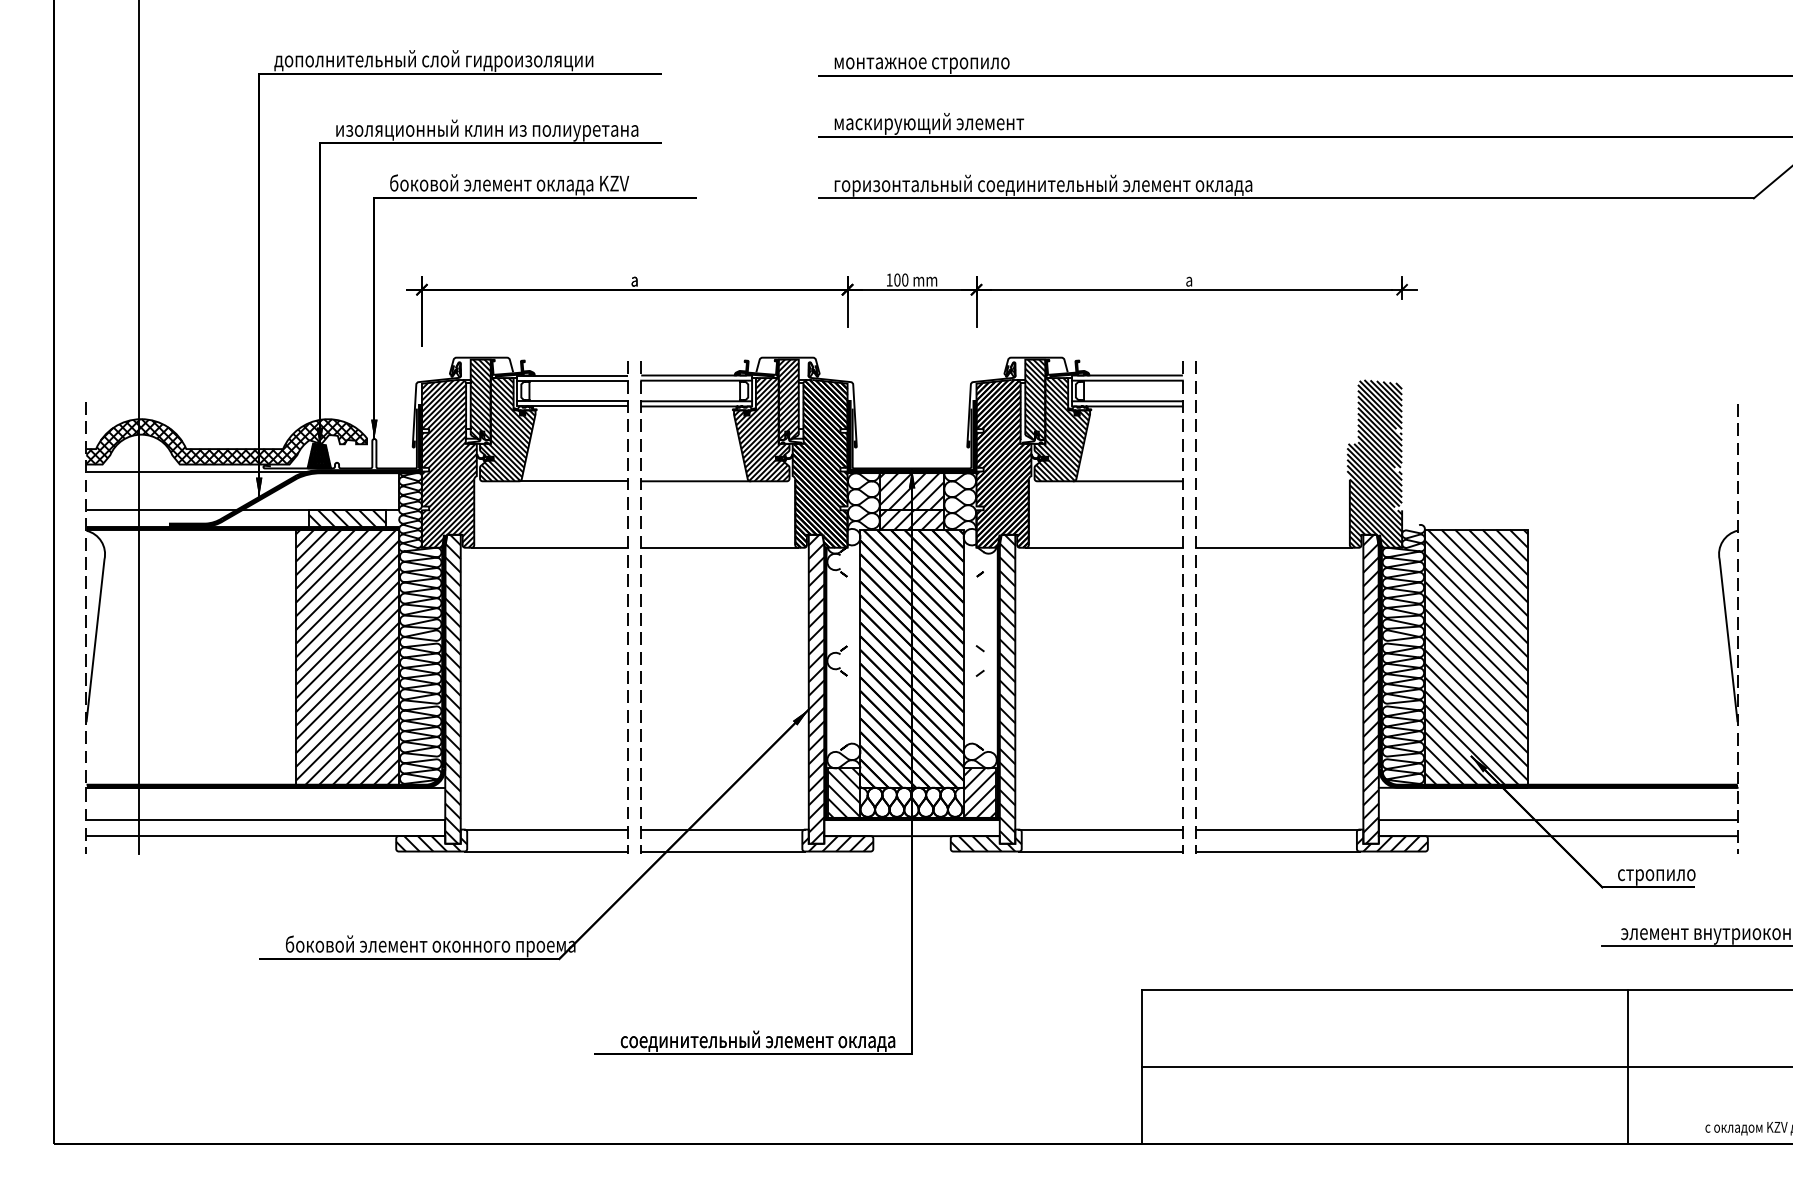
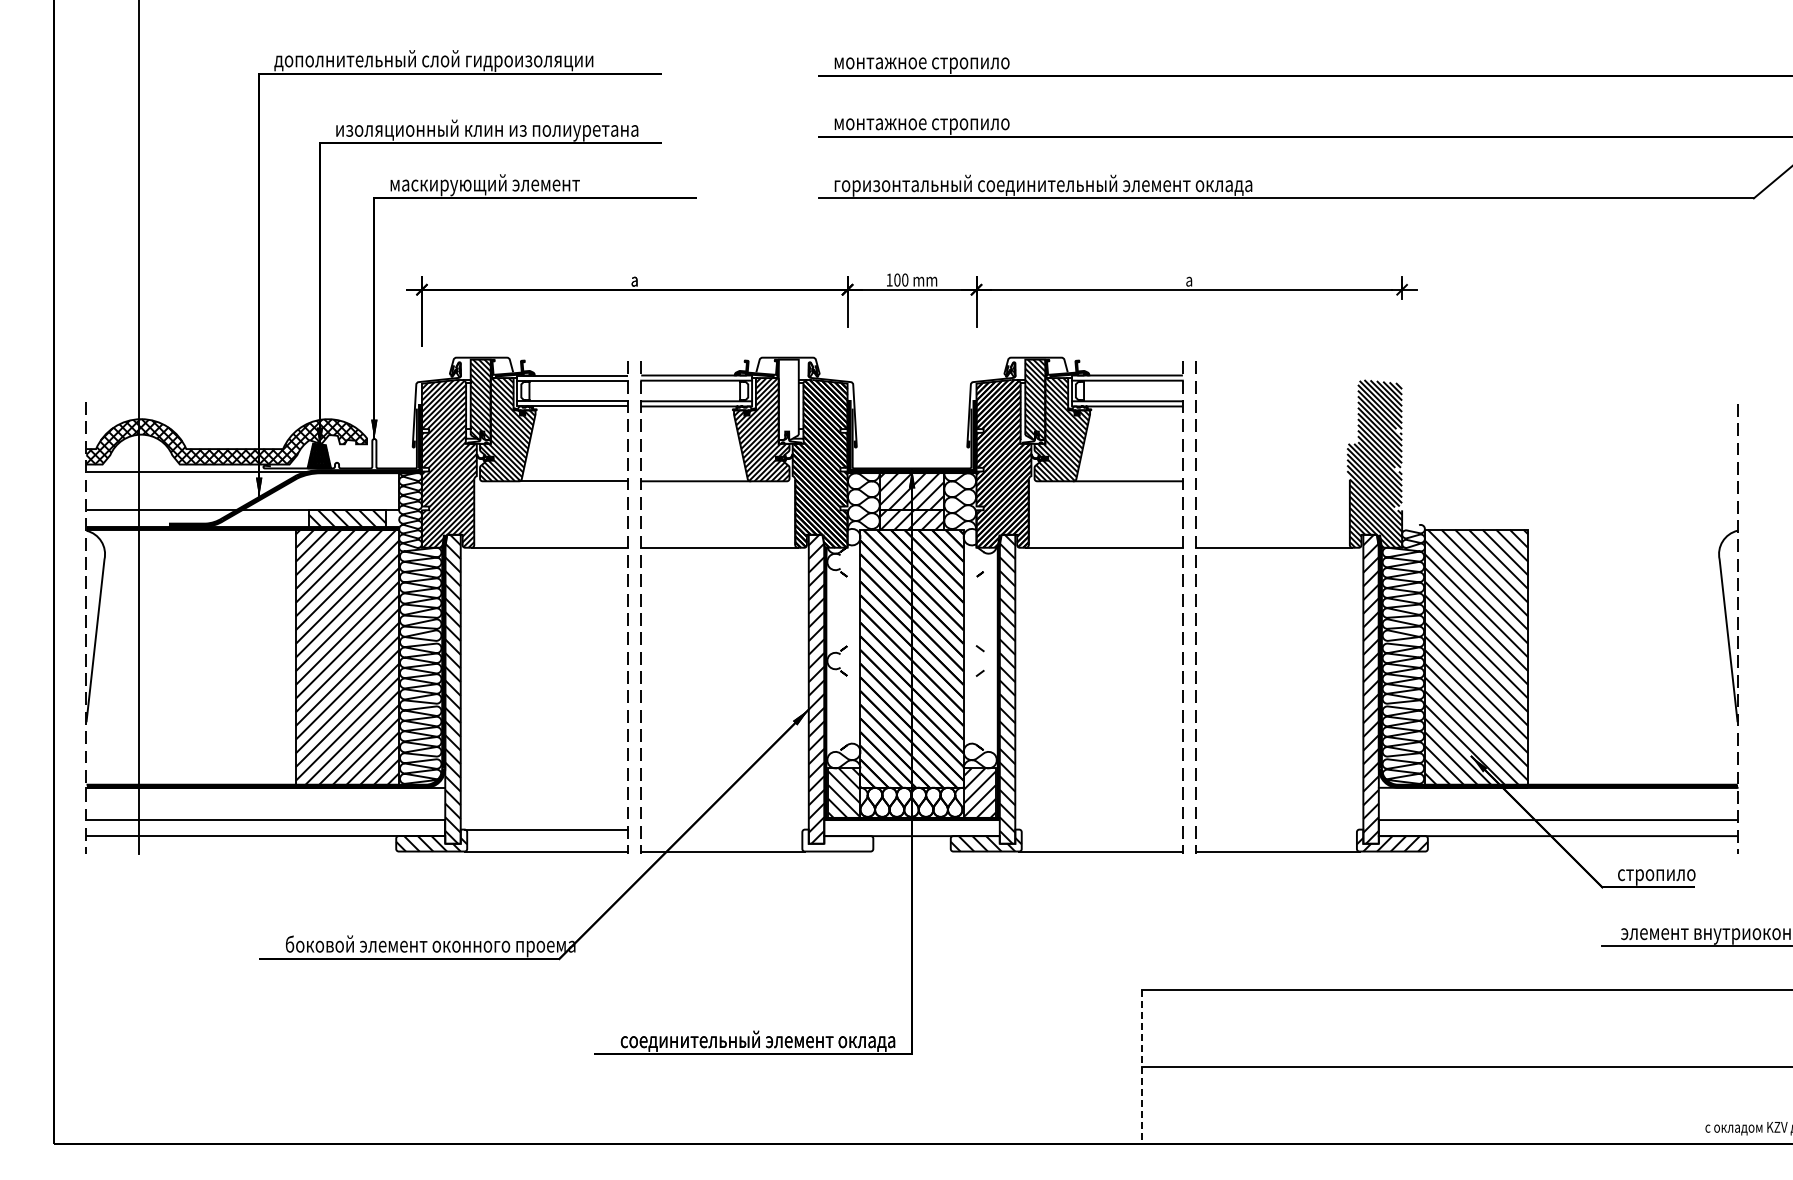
text at (935, 123): маскирующий элемент -> монтажное стропило
text at (509, 185): боковой элемент оклада KZV -> маскирующий элемент
hatch at (788, 399): present -> none
line at (722, 829): present -> none
line at (1100, 829): present -> none
line at (1277, 829): present -> none
hatch at (837, 843): present -> none
line at (1628, 1066): present -> none
line at (1141, 1067): solid -> dashed
